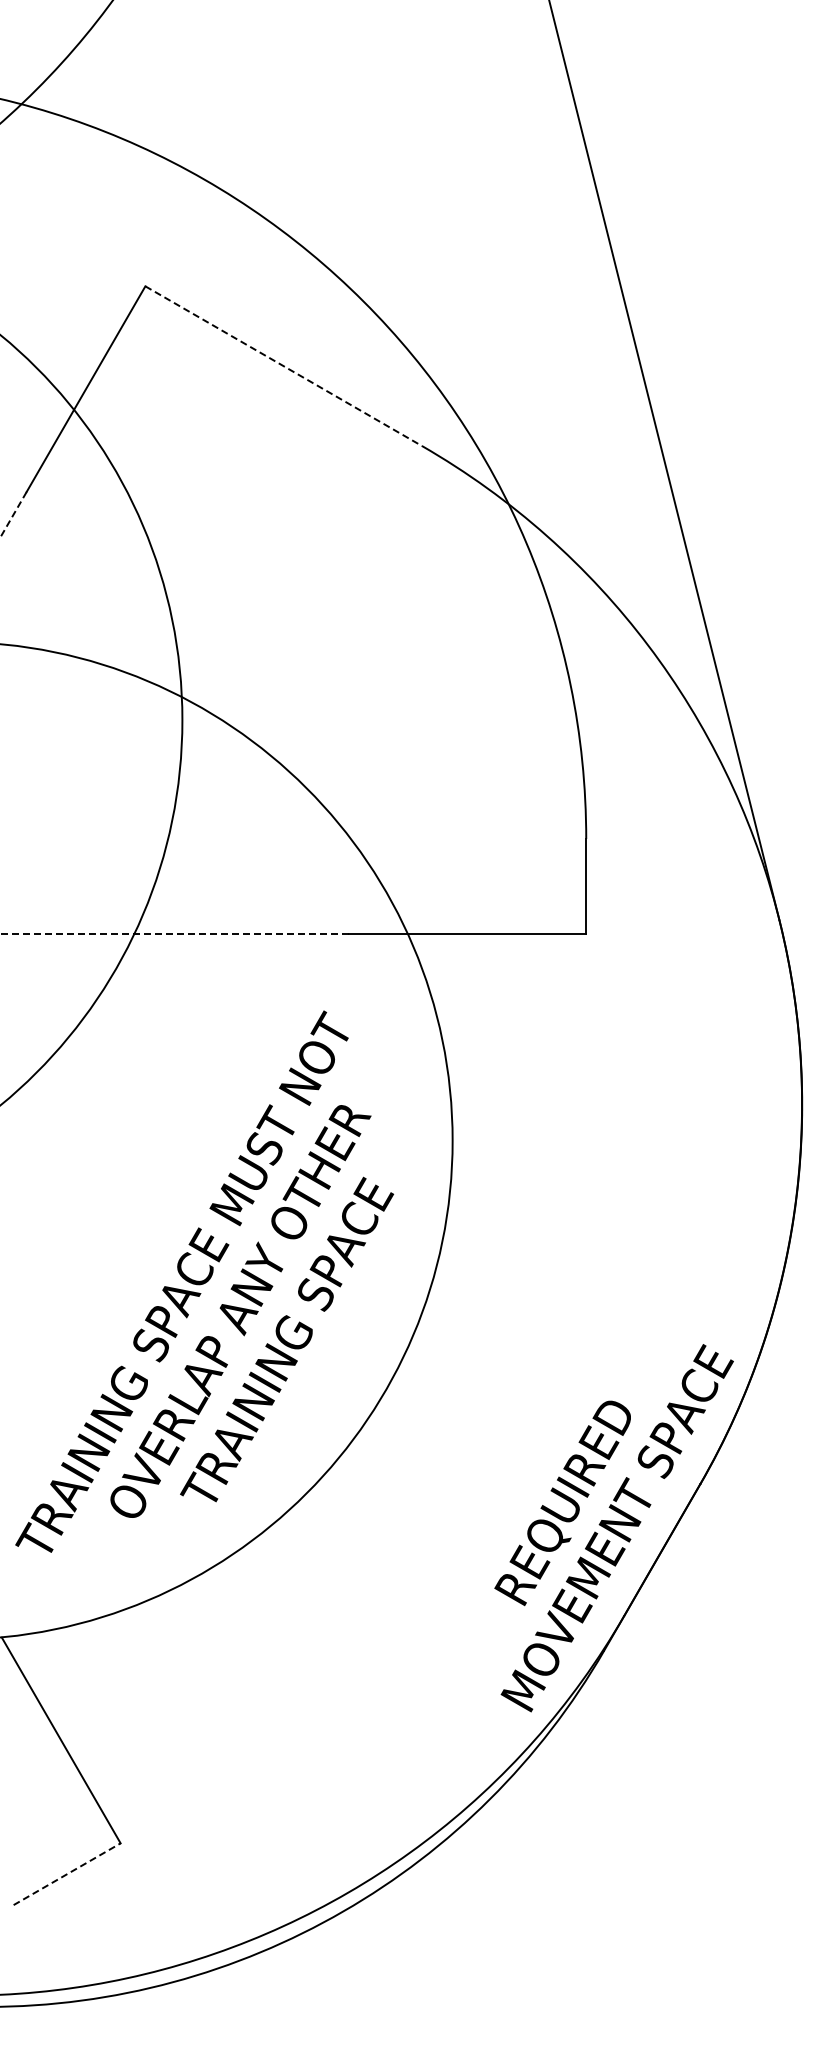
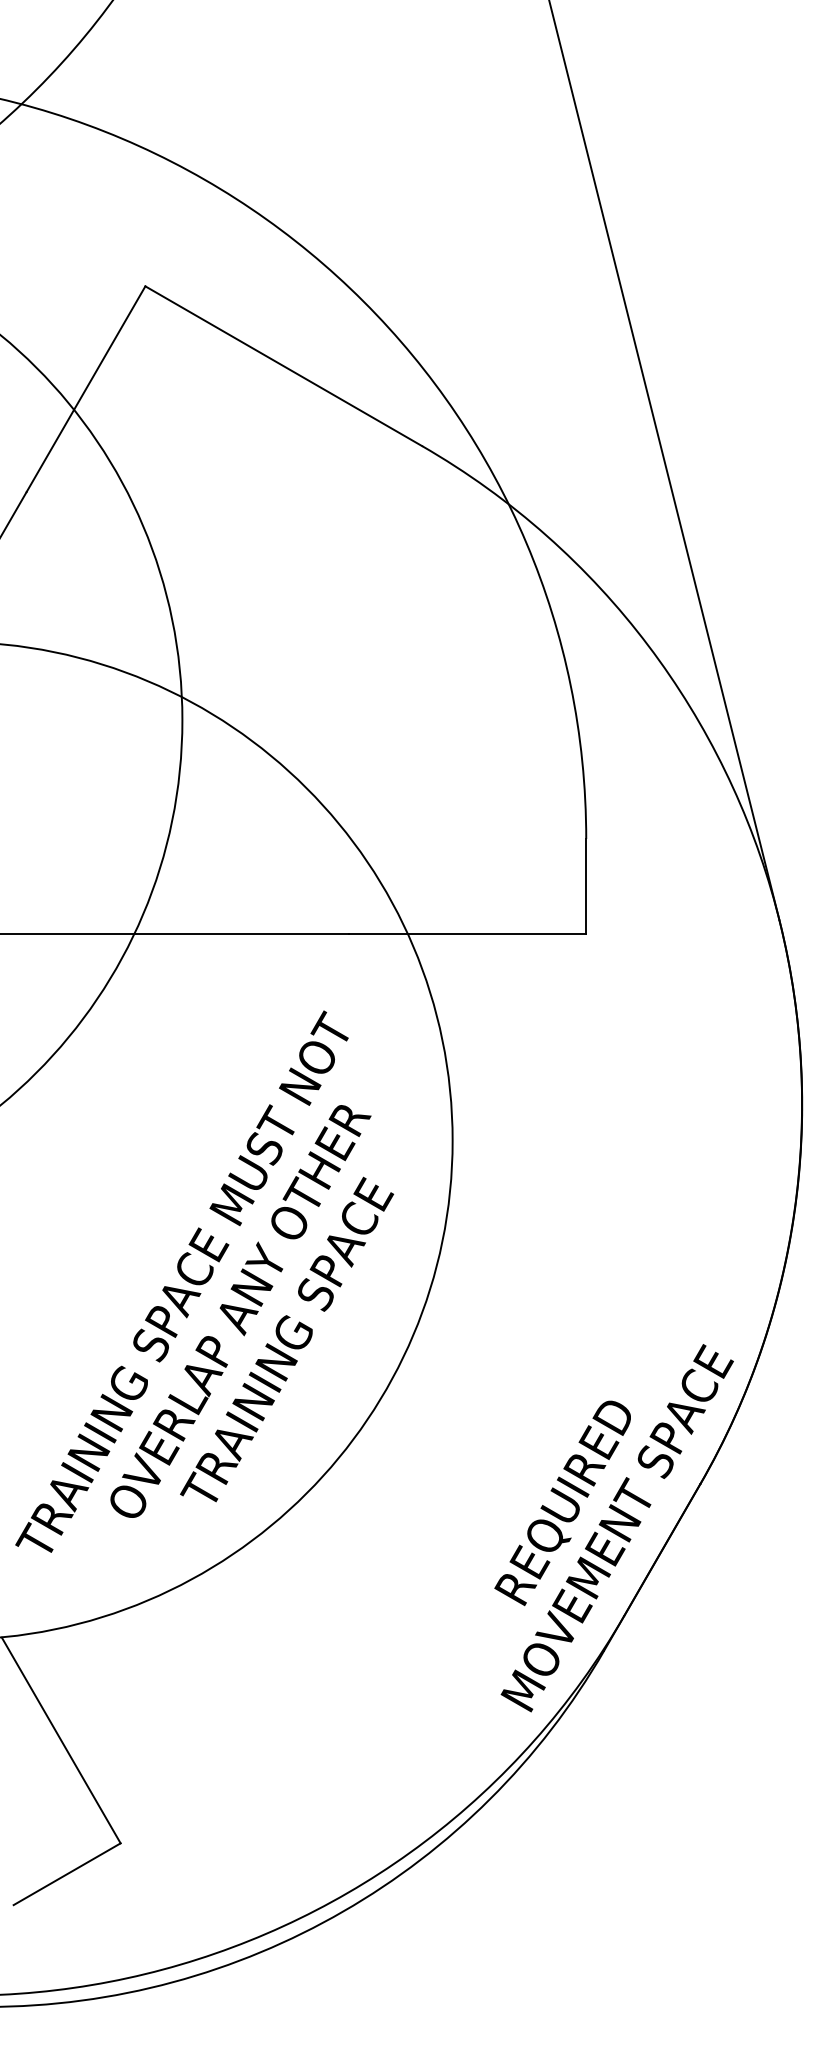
line at (283, 366): dashed -> solid
line at (13, 515): dashed -> solid
line at (174, 934): dashed -> solid
line at (67, 1874): dashed -> solid
